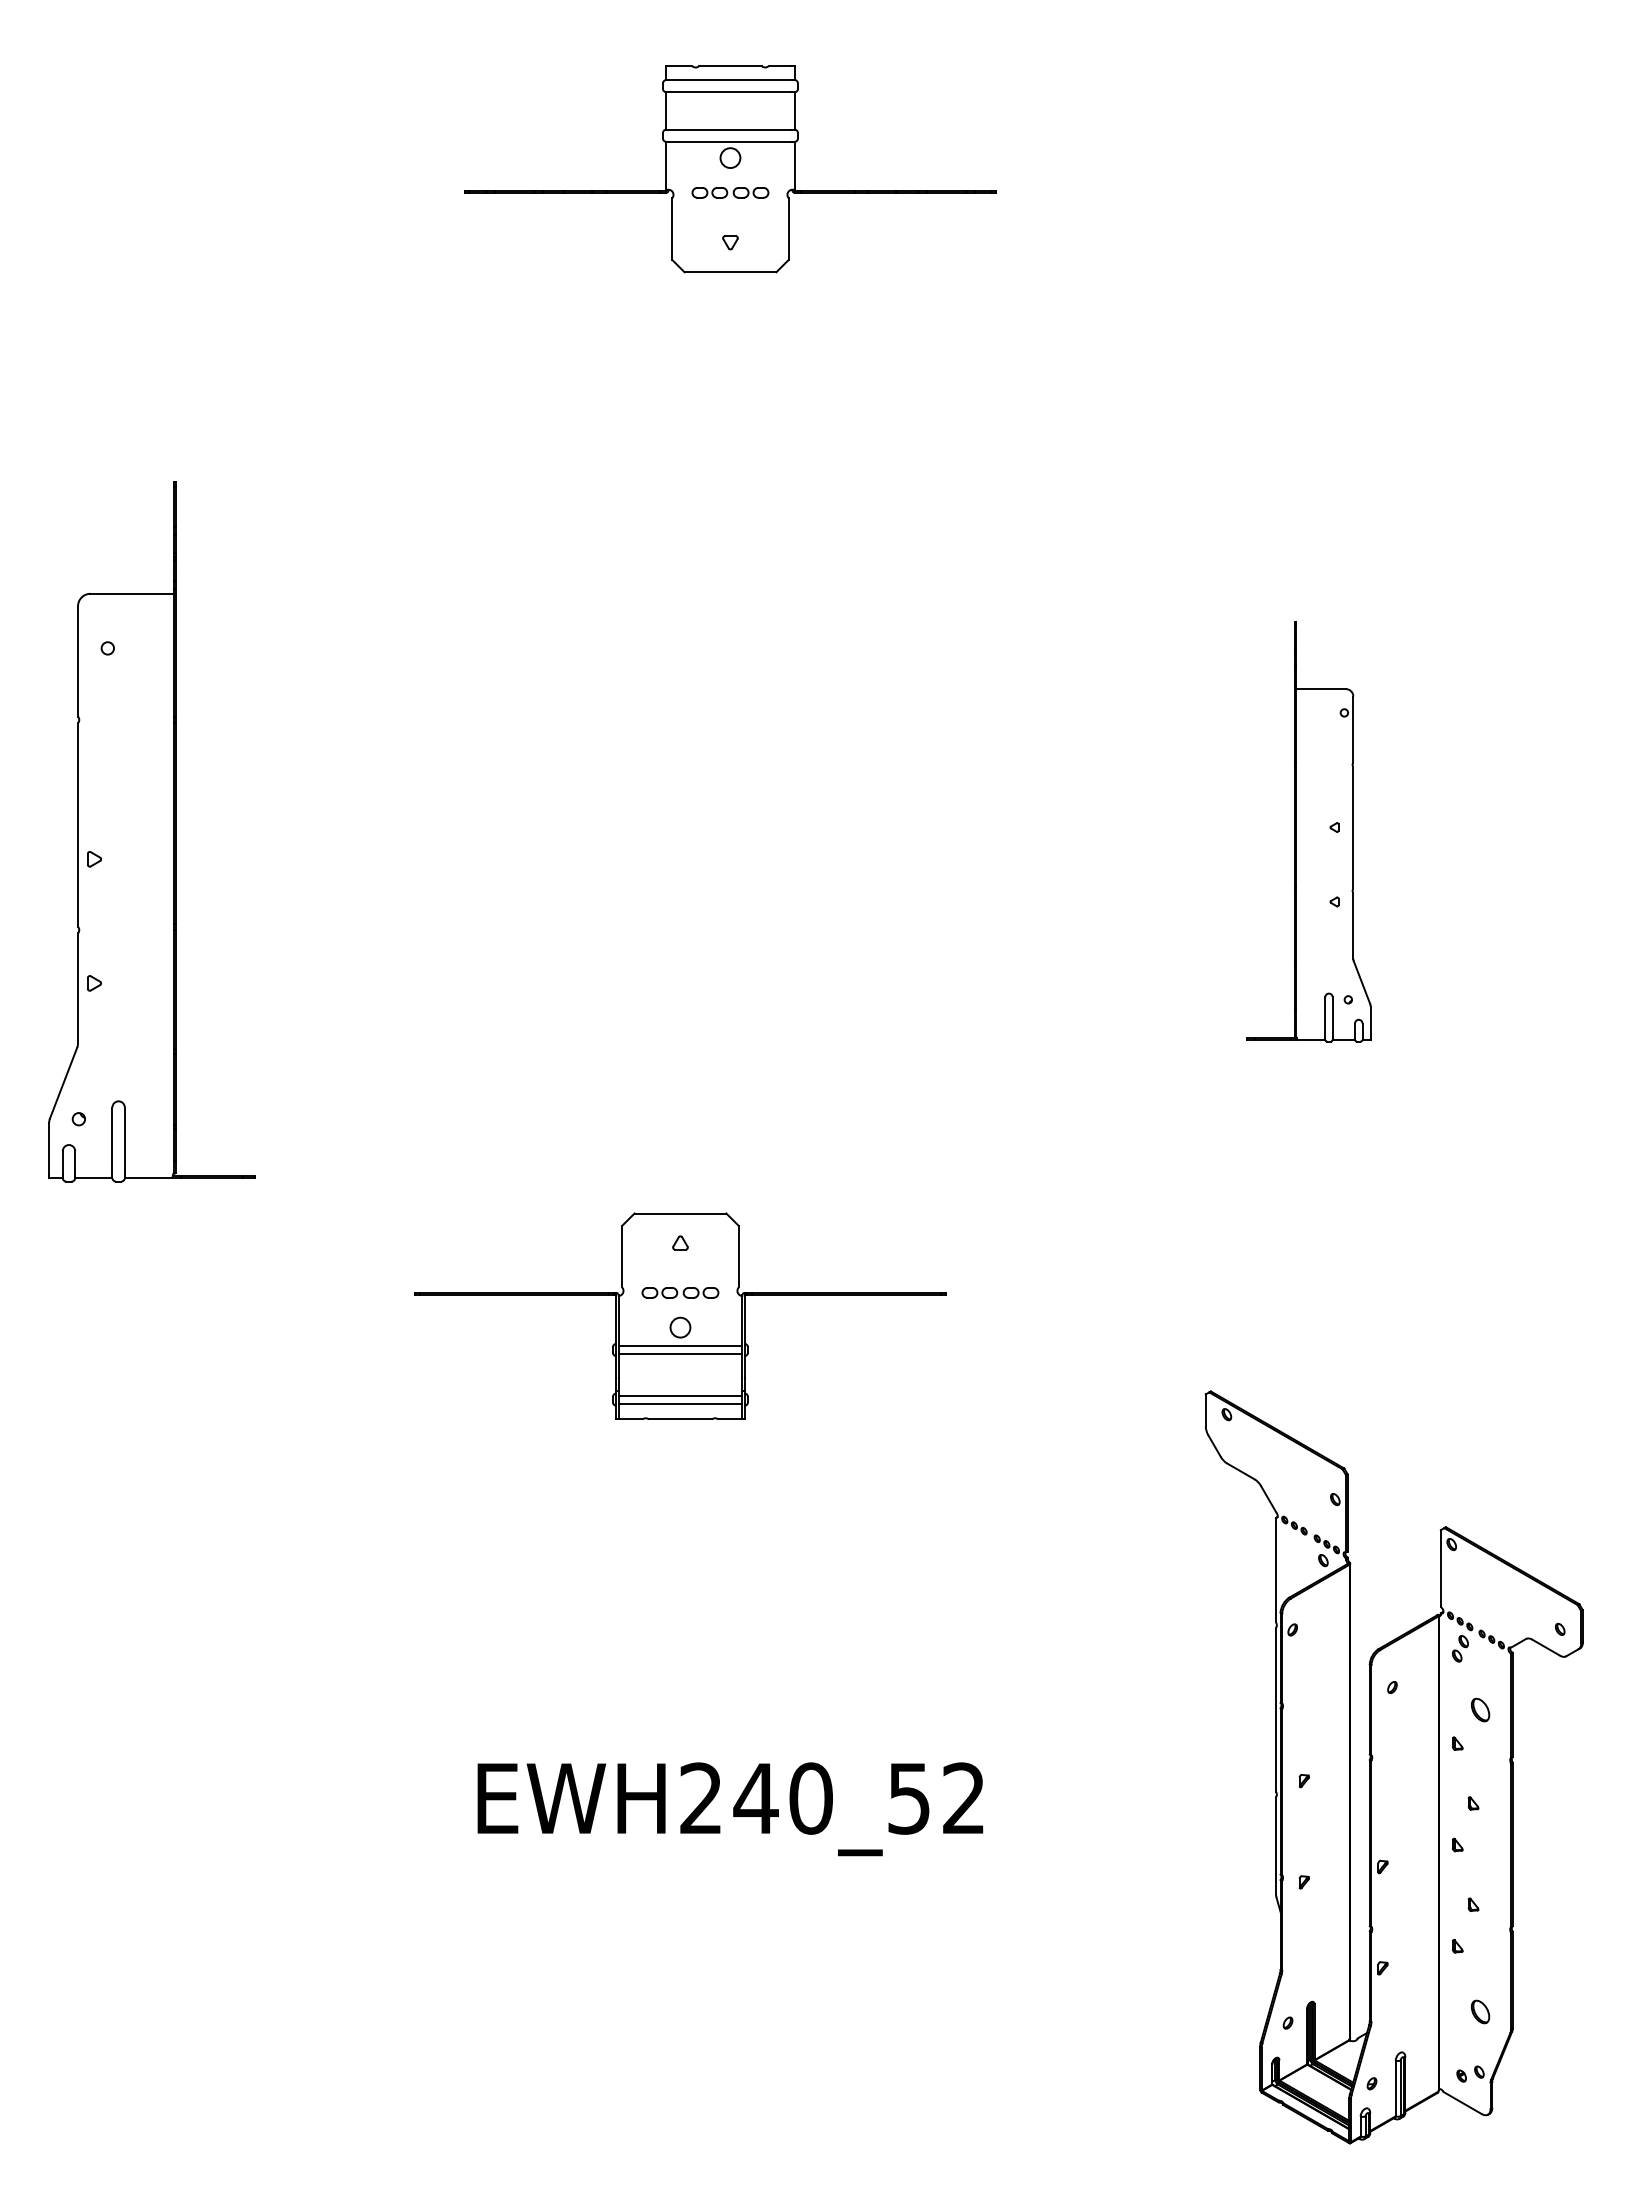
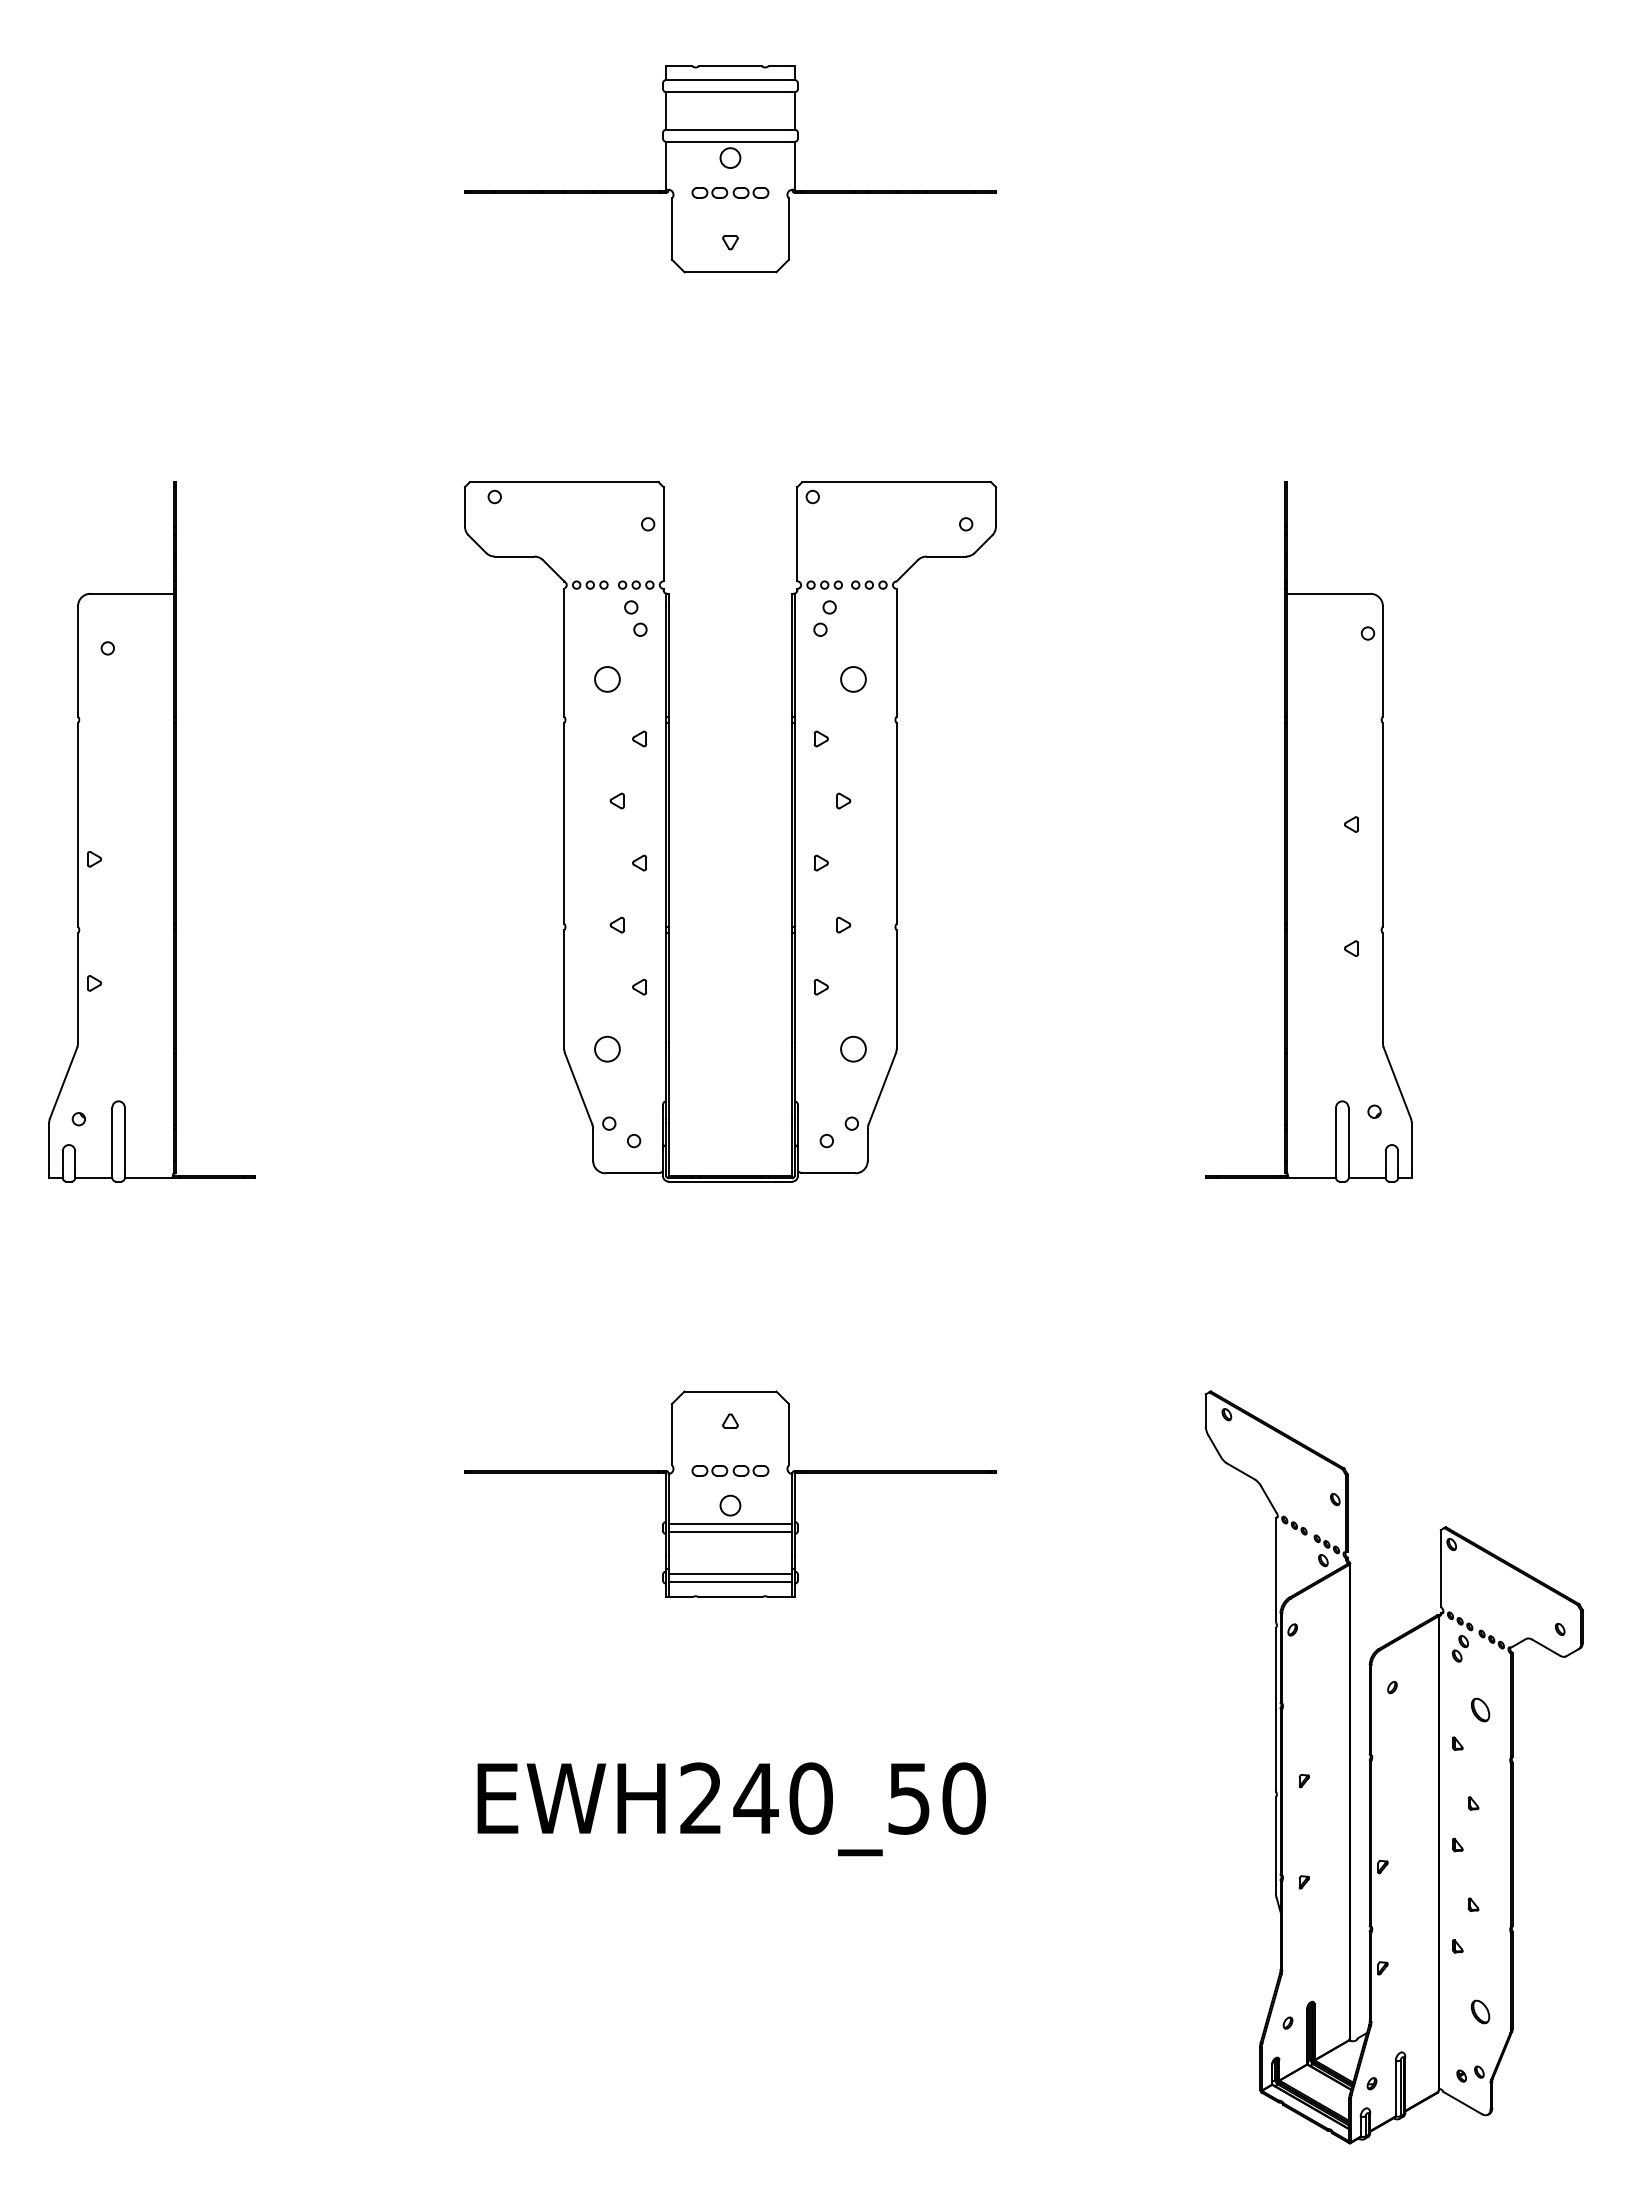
part at (669, 831): none -> present
part at (1308, 831) size: 126x422 px -> 208x702 px
part at (680, 1315) position: (680, 1315) -> (730, 1493)
text at (963, 1798): EWH240_52 -> EWH240_50
